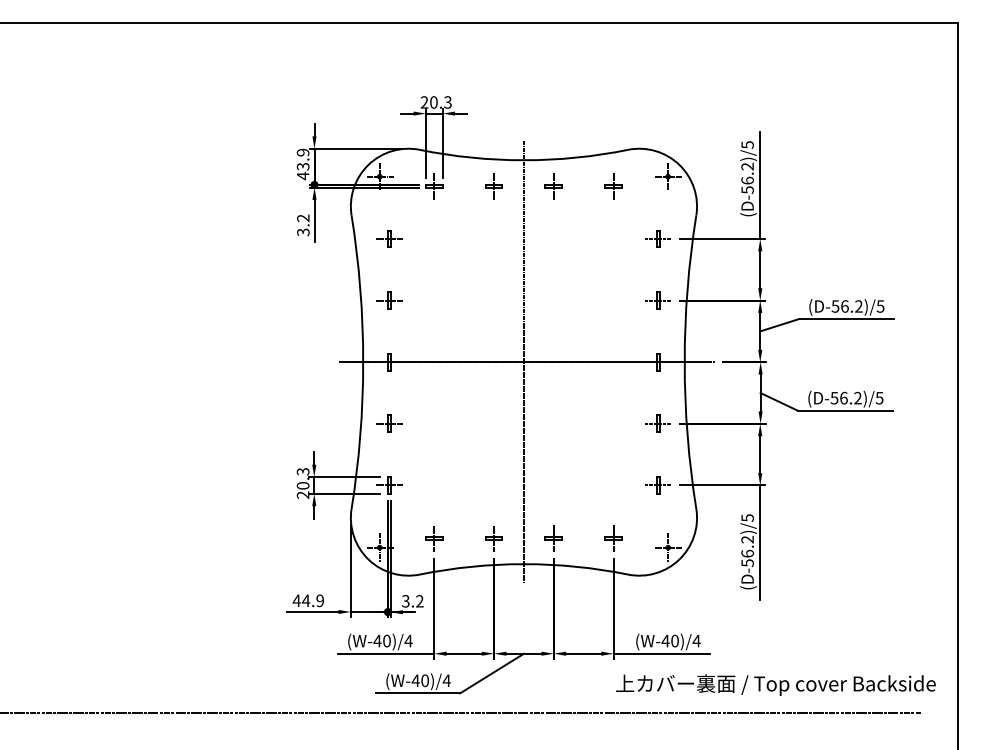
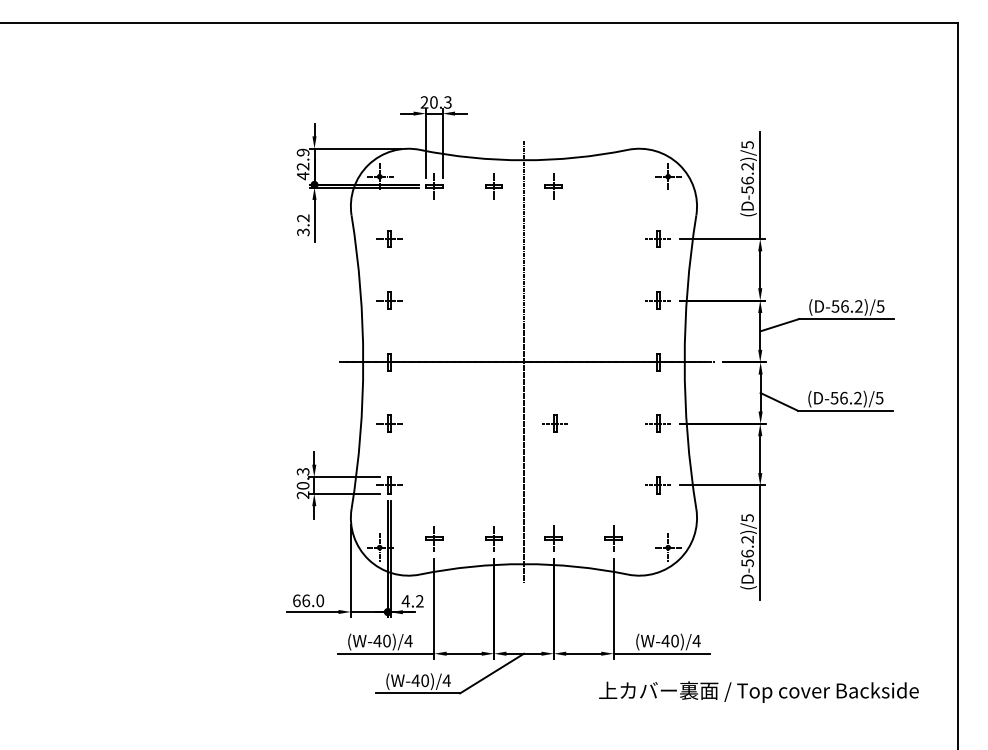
text at (303, 166): 43.9 -> 42.9
part at (613, 186): present -> none
part at (554, 423): none -> present
text at (308, 600): 44.9 -> 66.0
text at (405, 601): 3.2 -> 4.2
text at (775, 684) position: (775, 684) -> (758, 691)
line at (461, 713): present -> none
